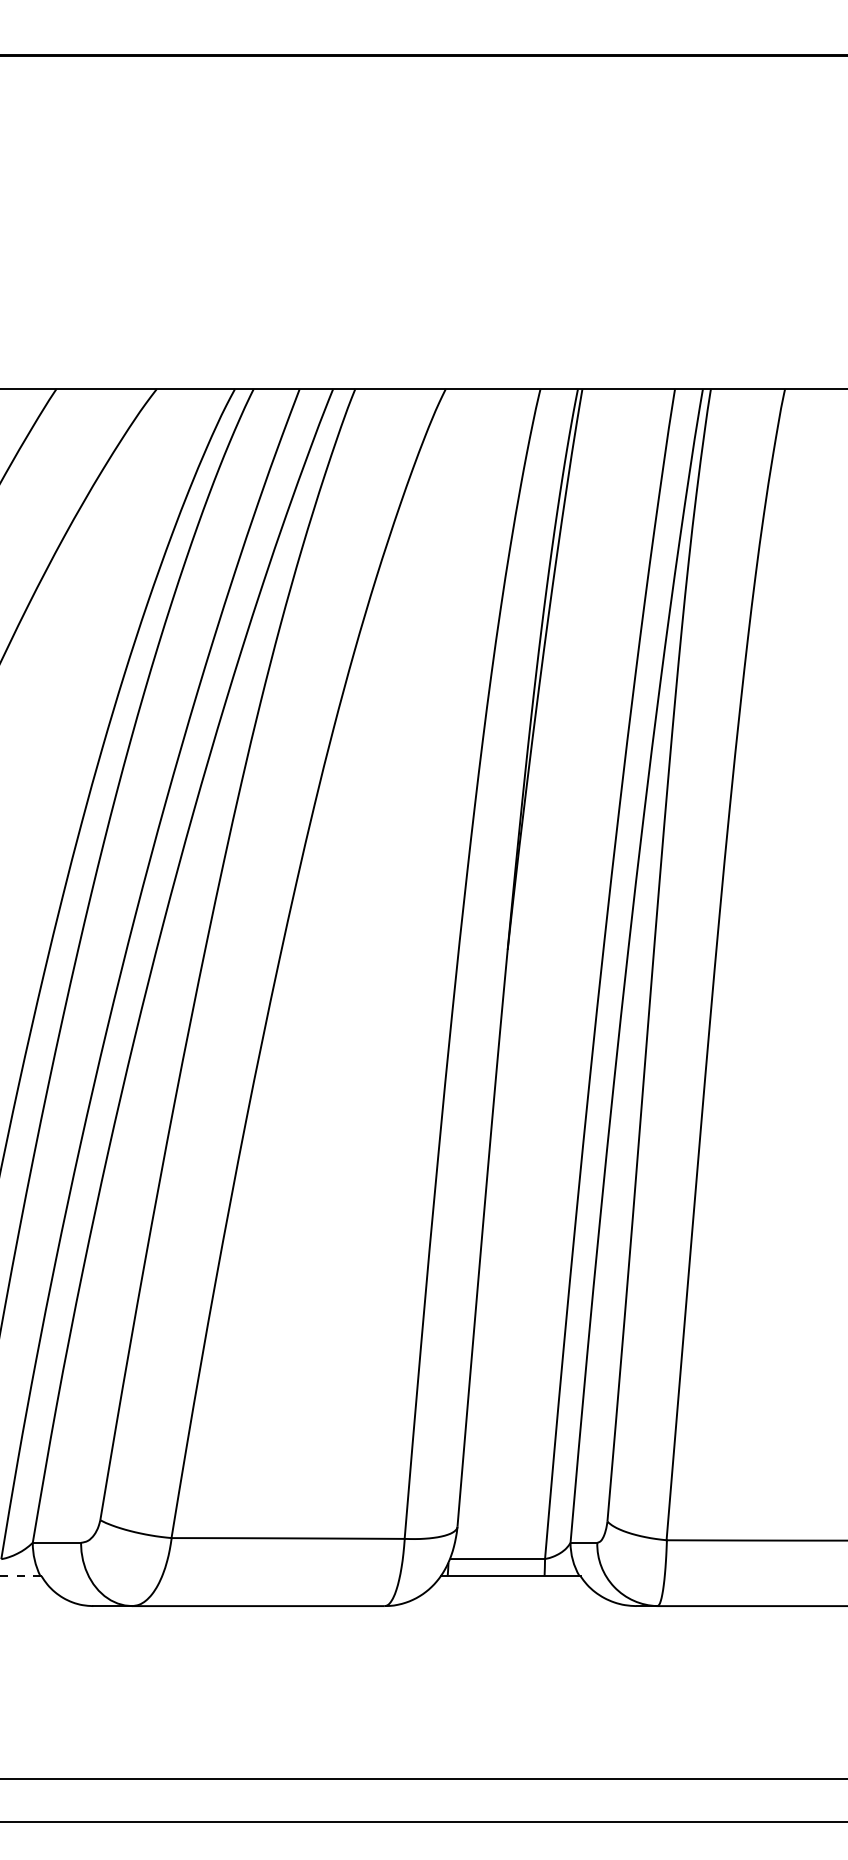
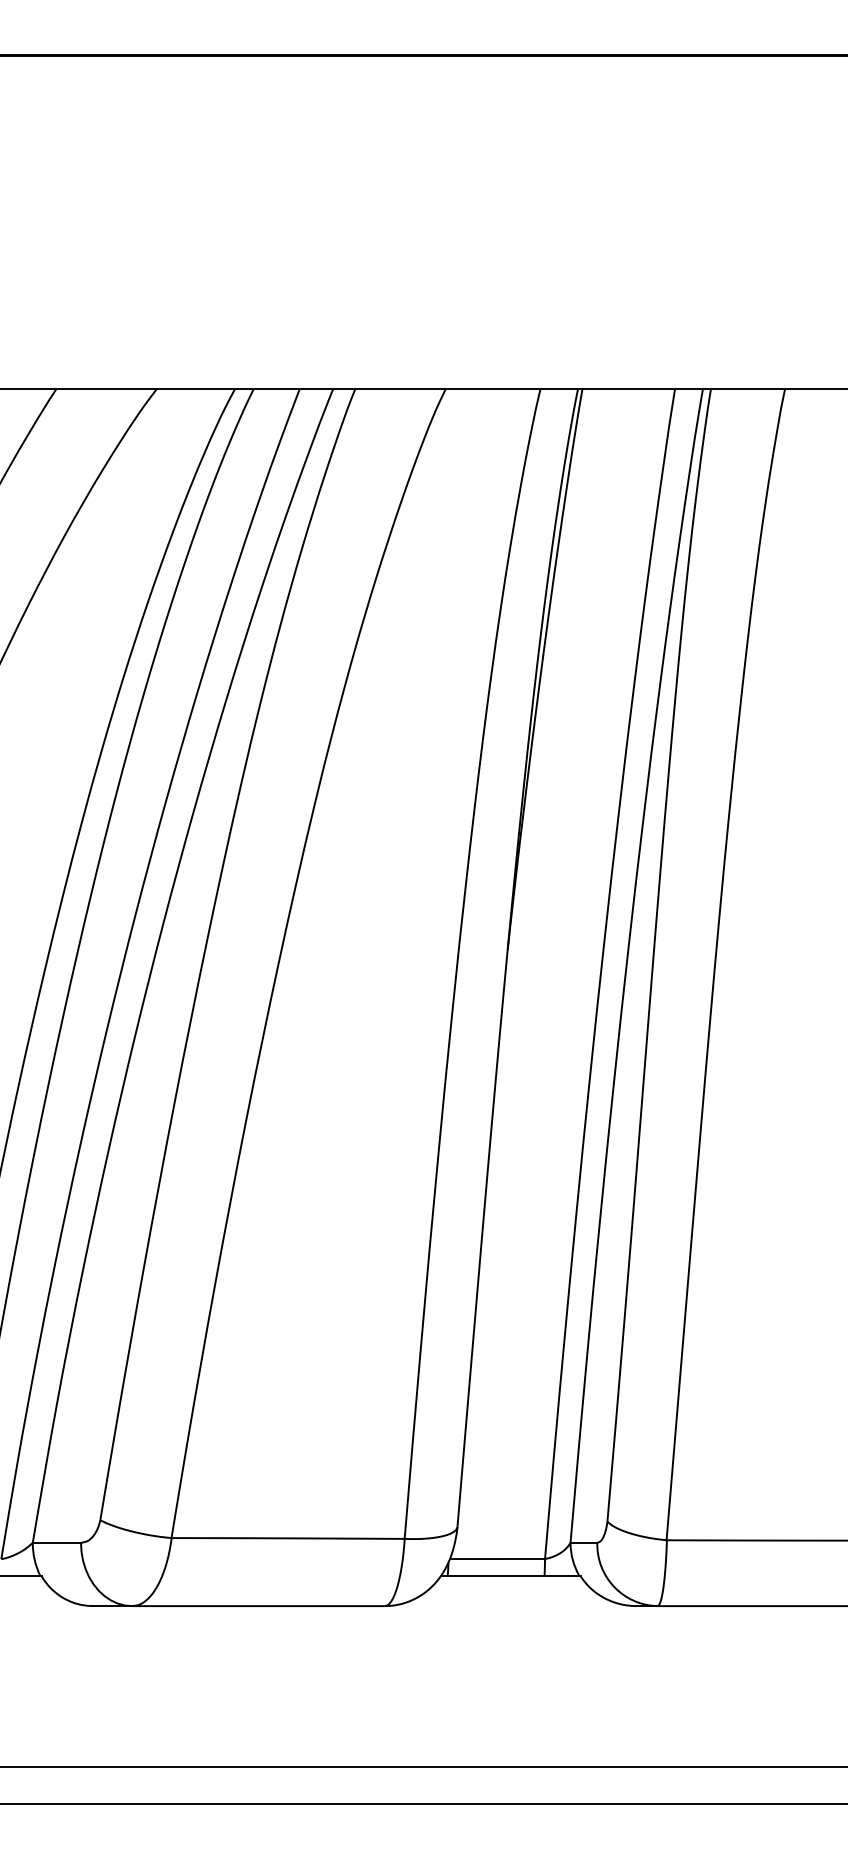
line at (20, 1576): dashed -> solid
line at (423, 1779) position: (423, 1779) -> (423, 1767)
line at (423, 1822) position: (423, 1822) -> (423, 1804)
